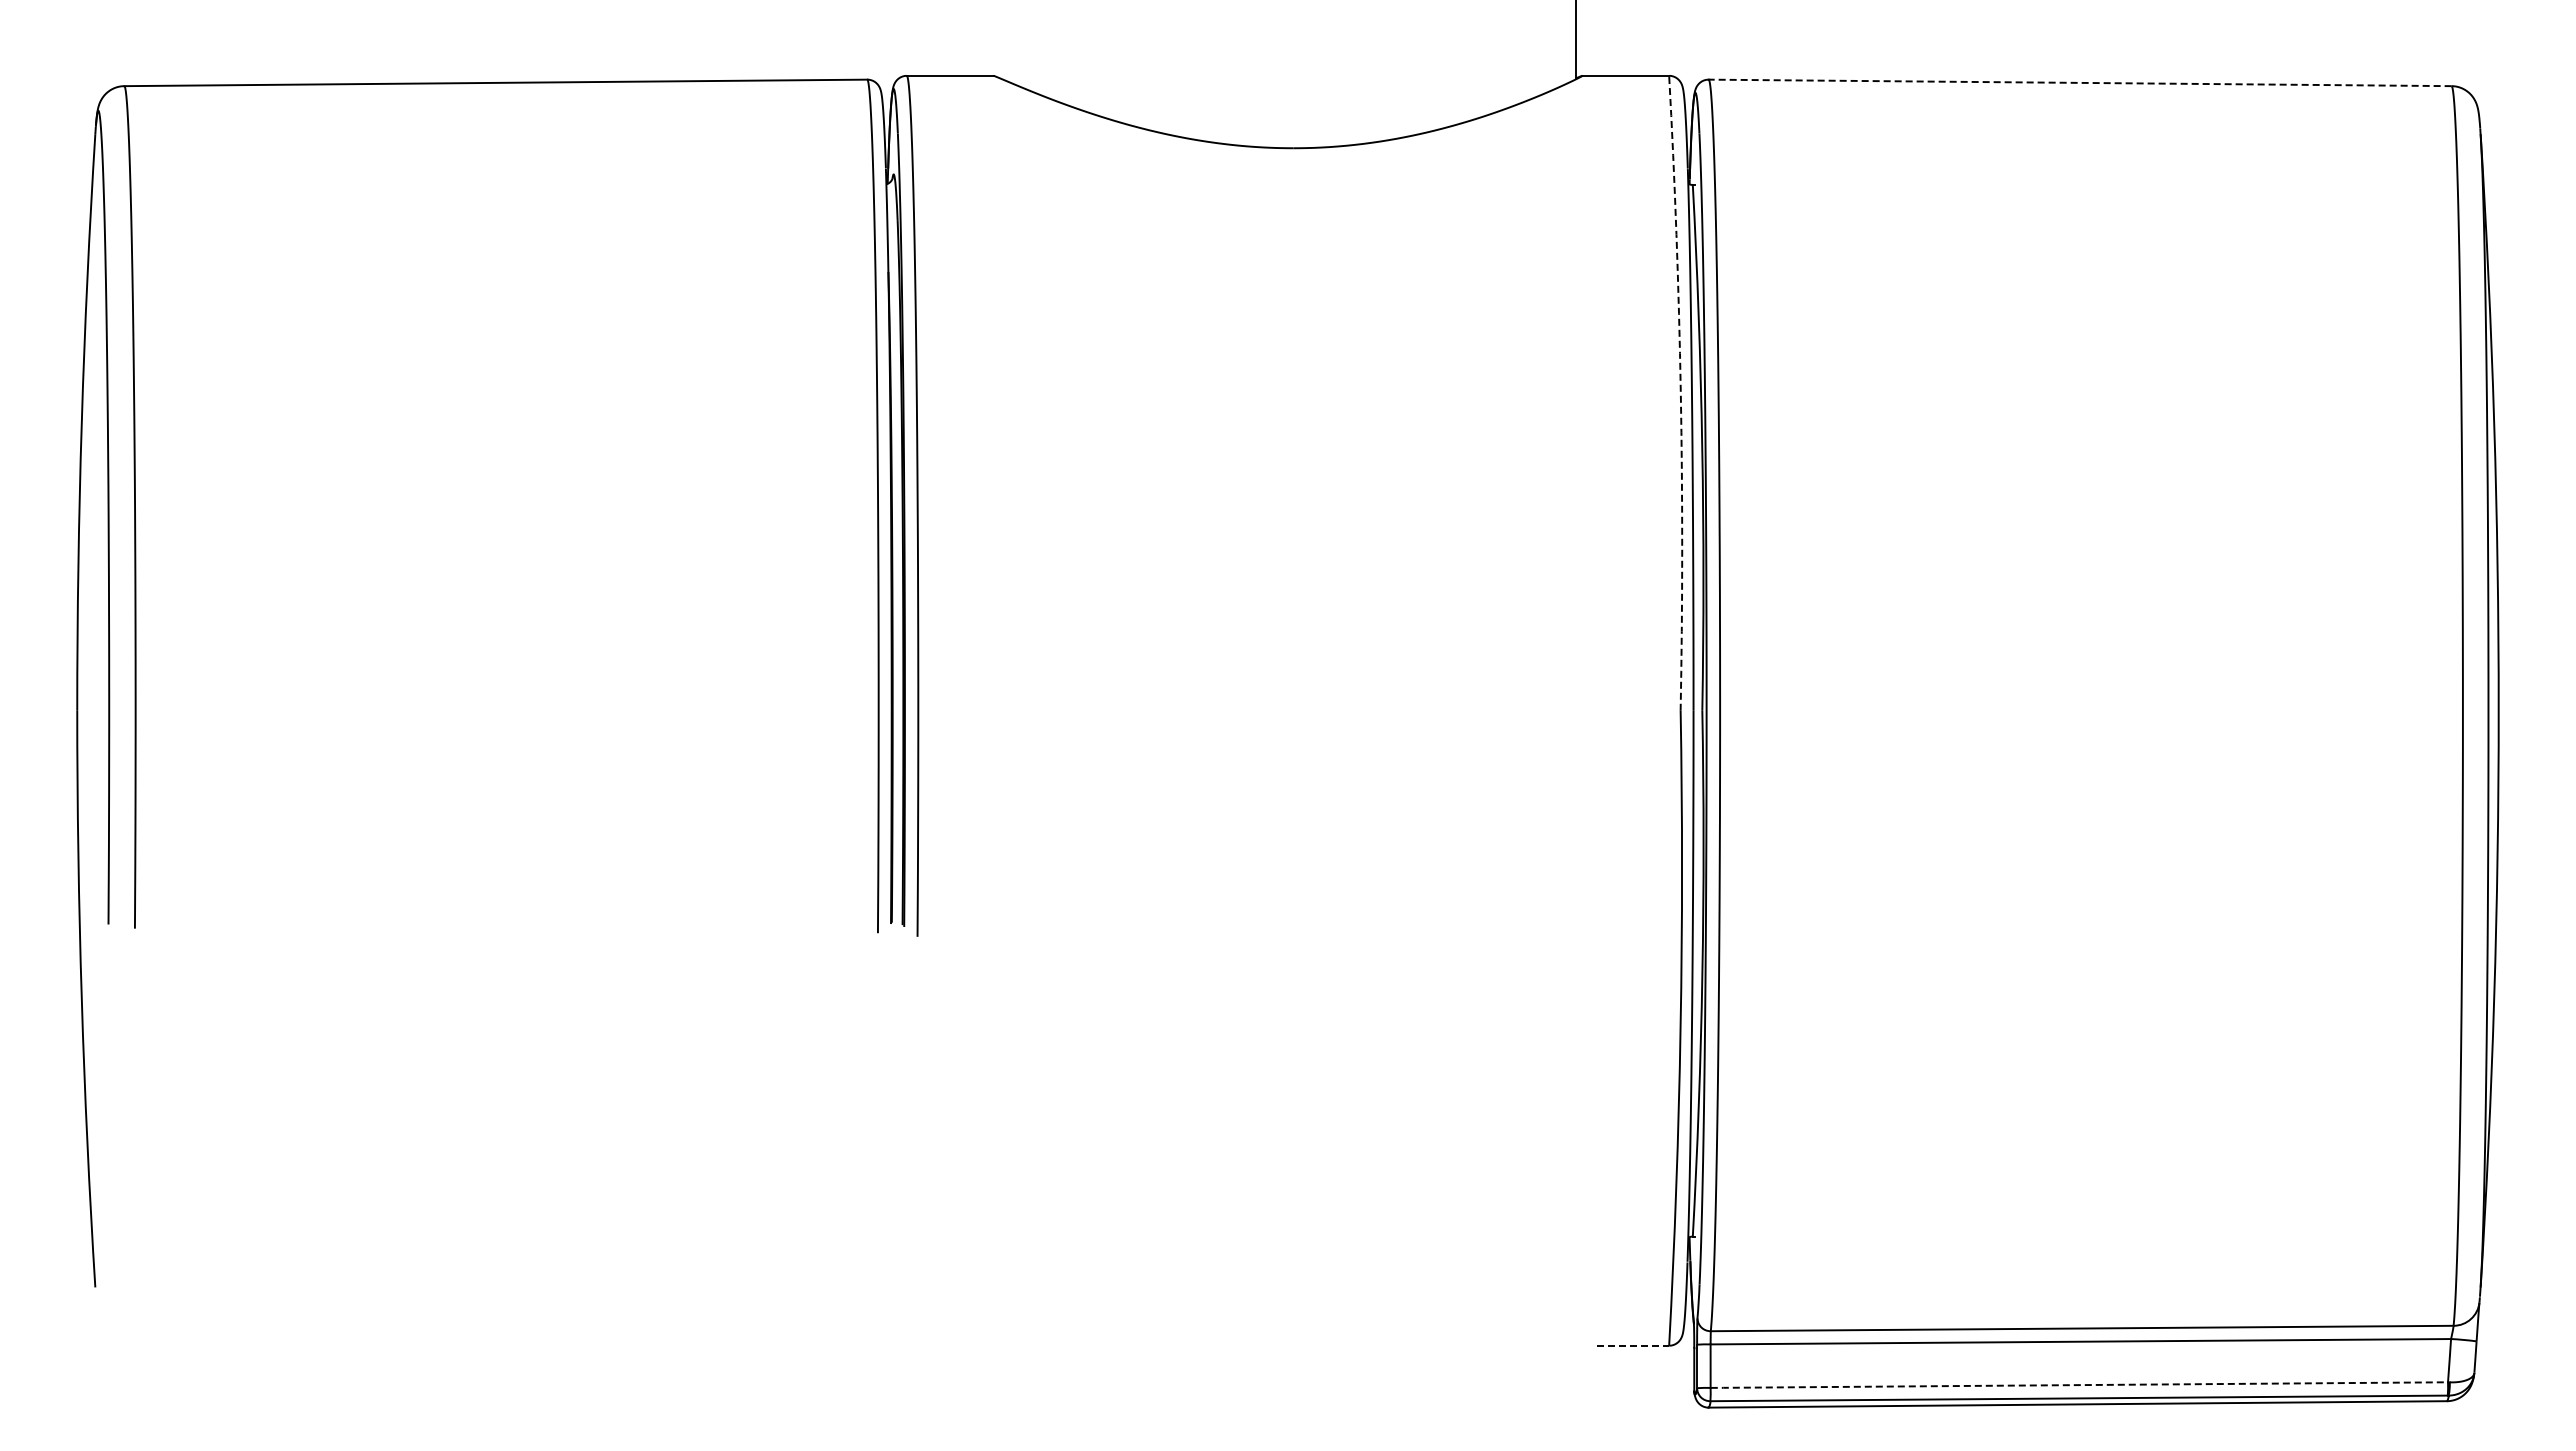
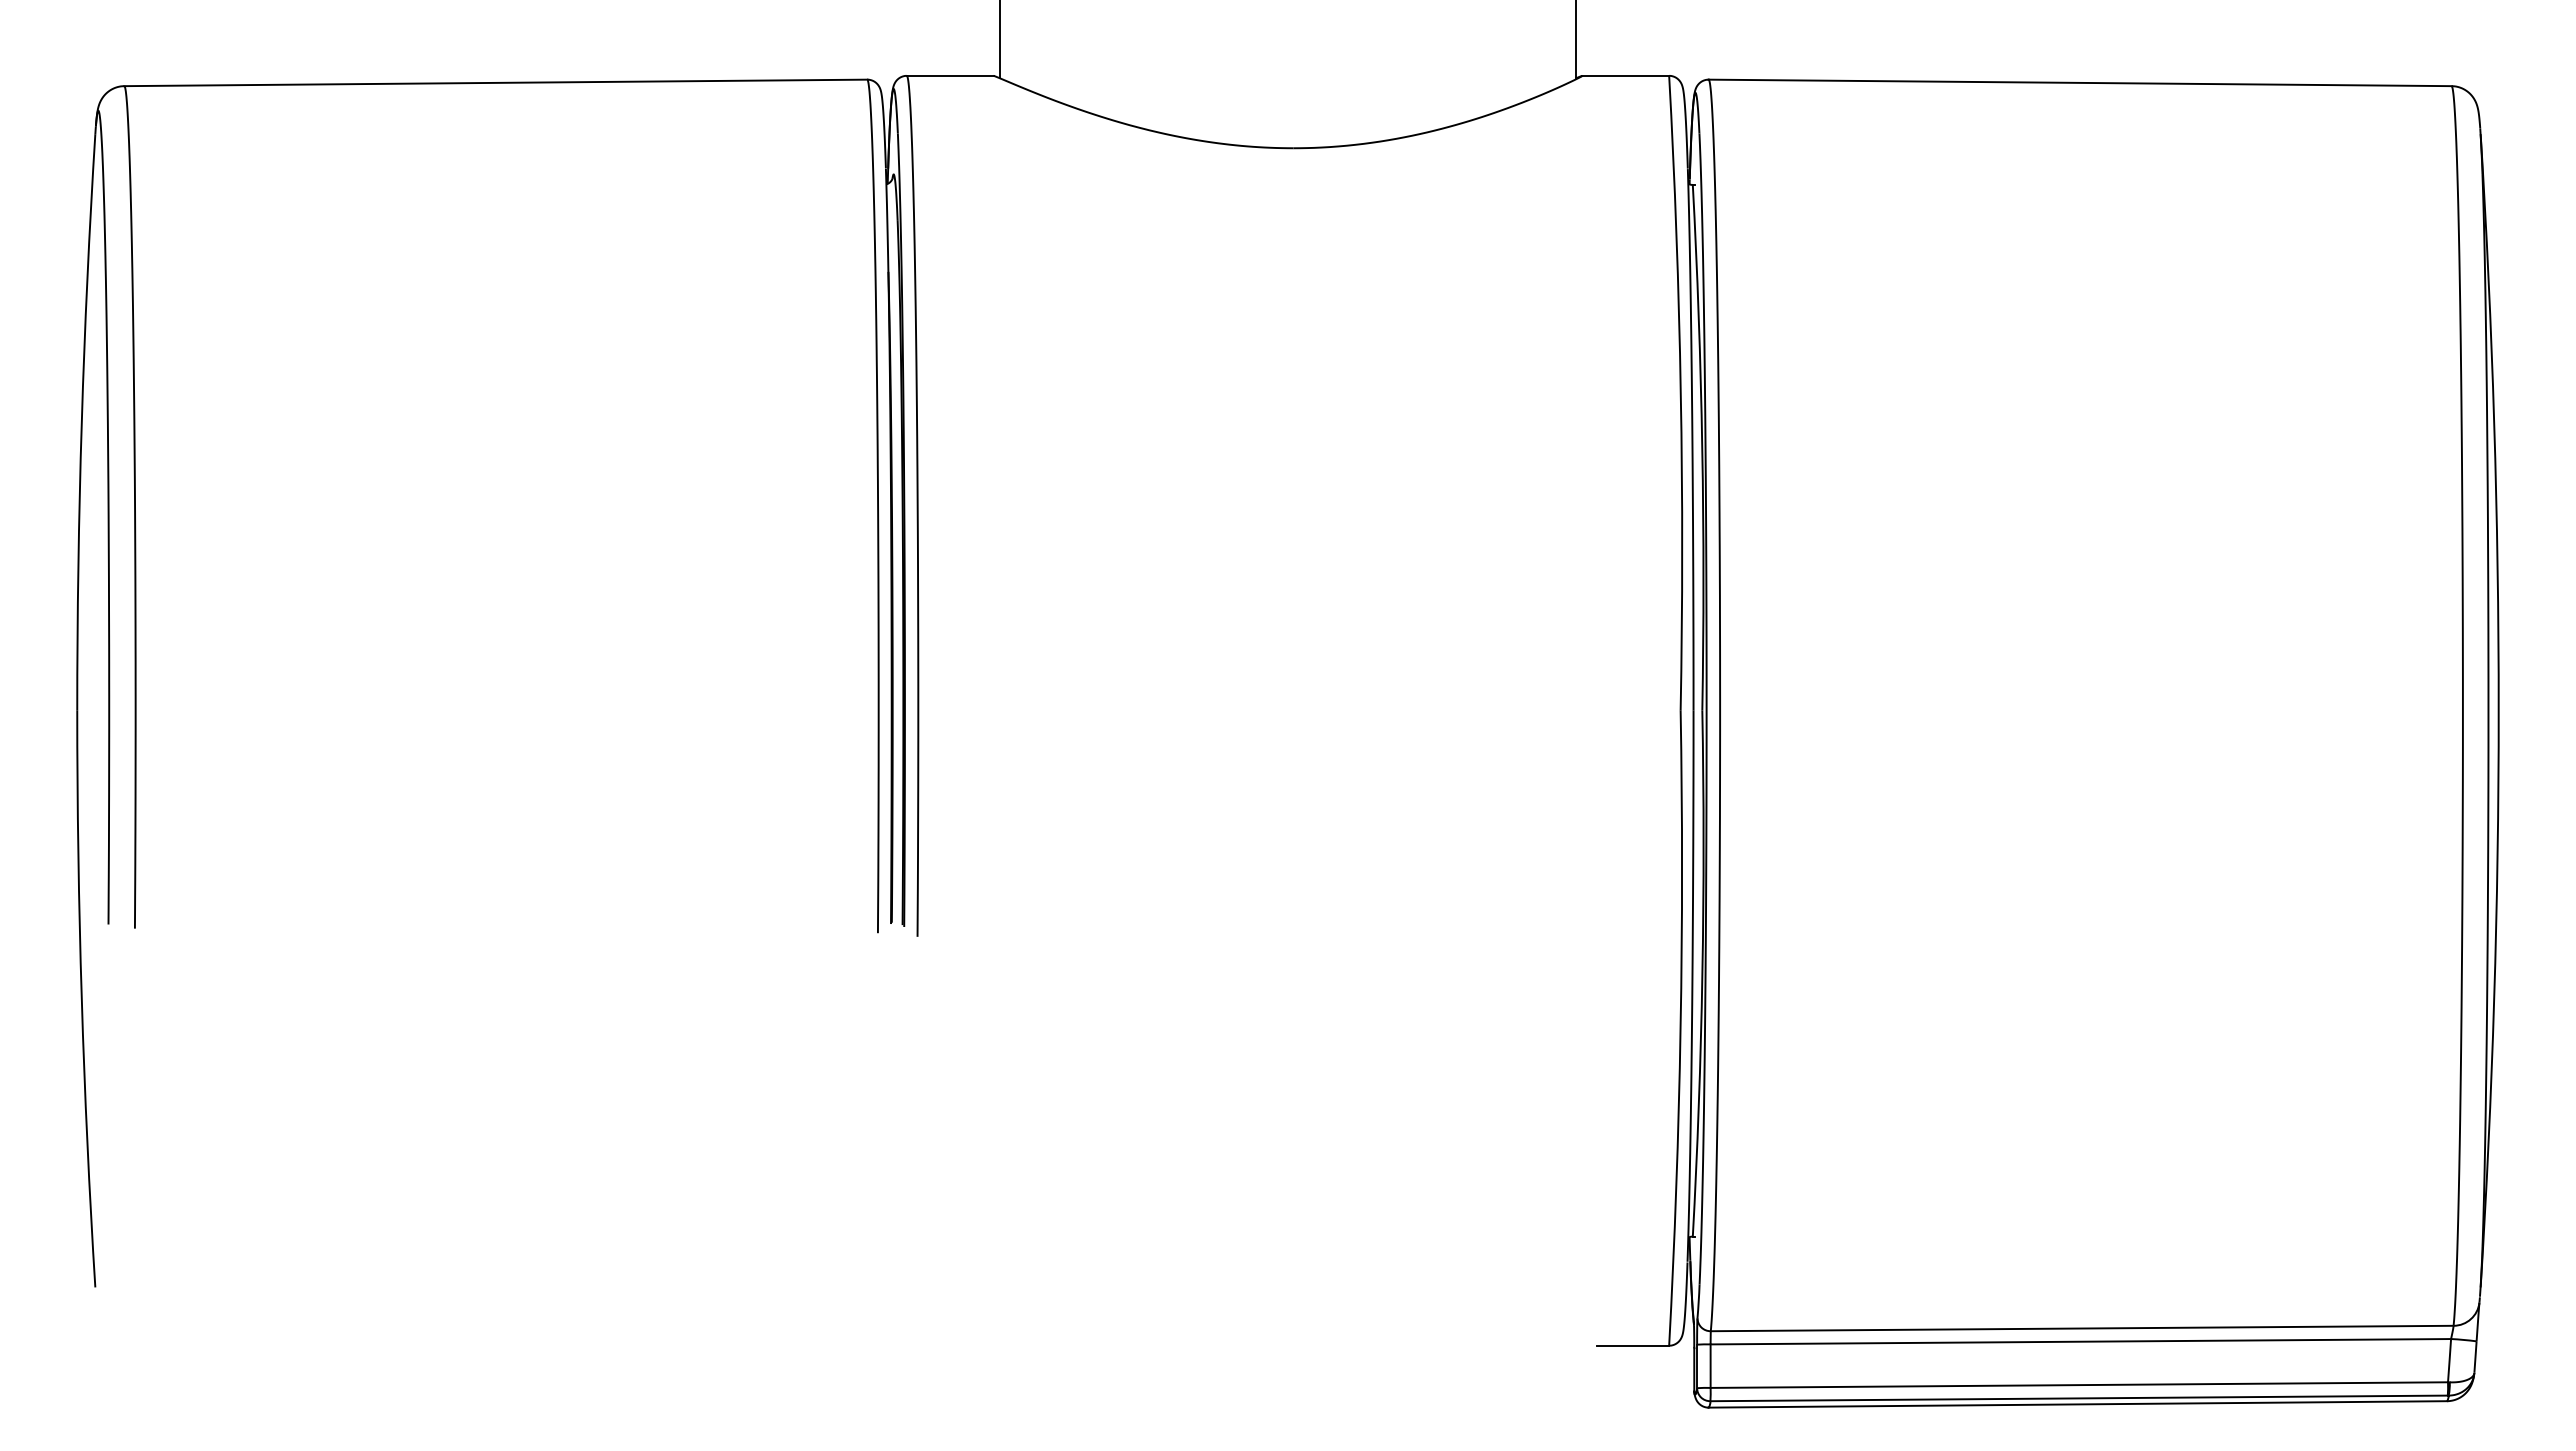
line at (1000, 40): none -> present
line at (2079, 82): dashed -> solid
arc at (1680, 393): dashed -> solid
line at (1633, 1345): dashed -> solid
line at (2079, 1385): dashed -> solid
